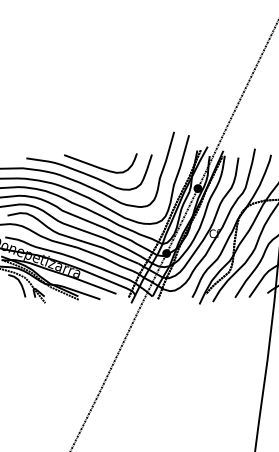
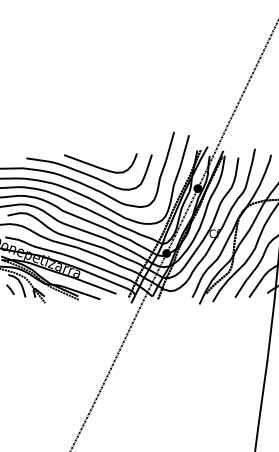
line at (10, 289): none -> present
